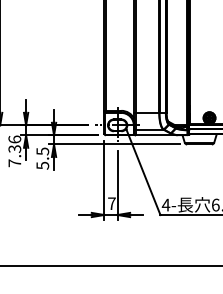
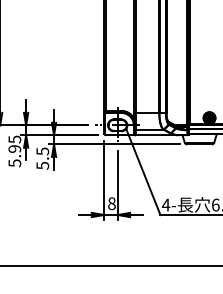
text at (14, 151): 7.36 -> 5.95
text at (111, 203): 7 -> 8
